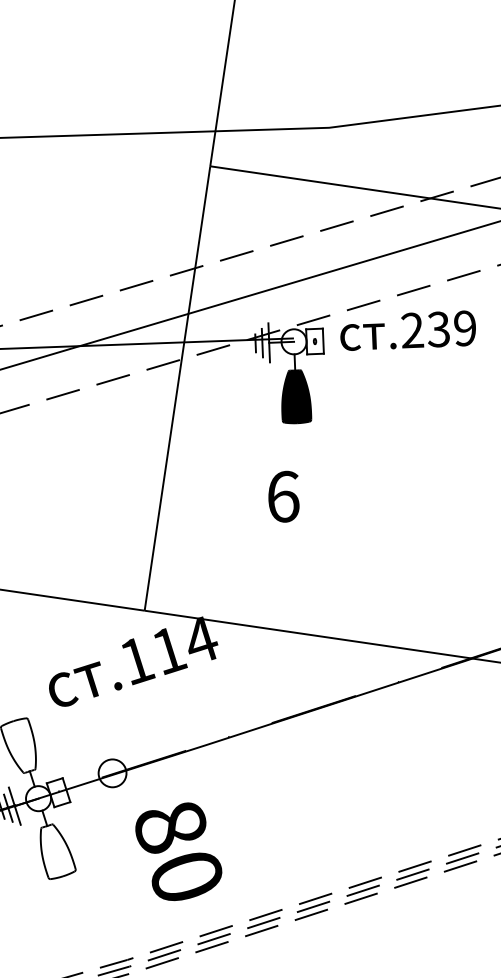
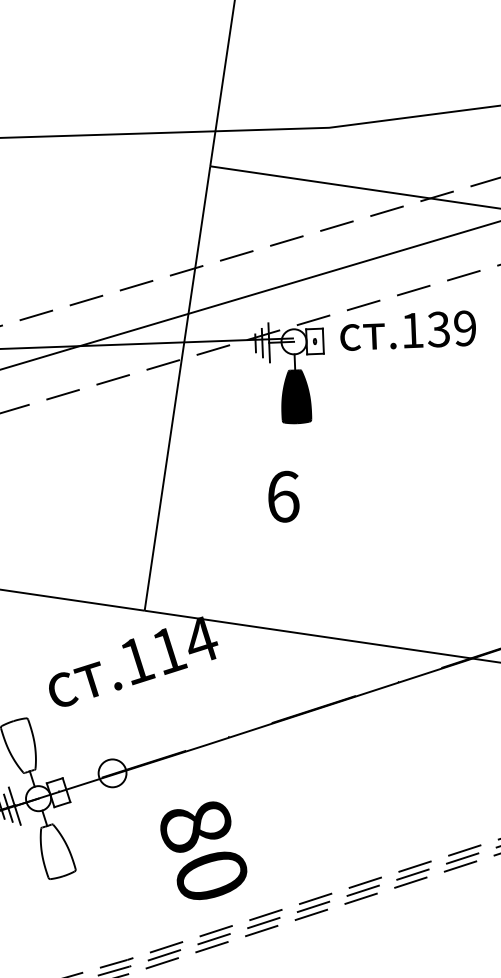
text at (412, 330): .239 -> .139
text at (178, 851) position: (178, 851) -> (203, 850)
